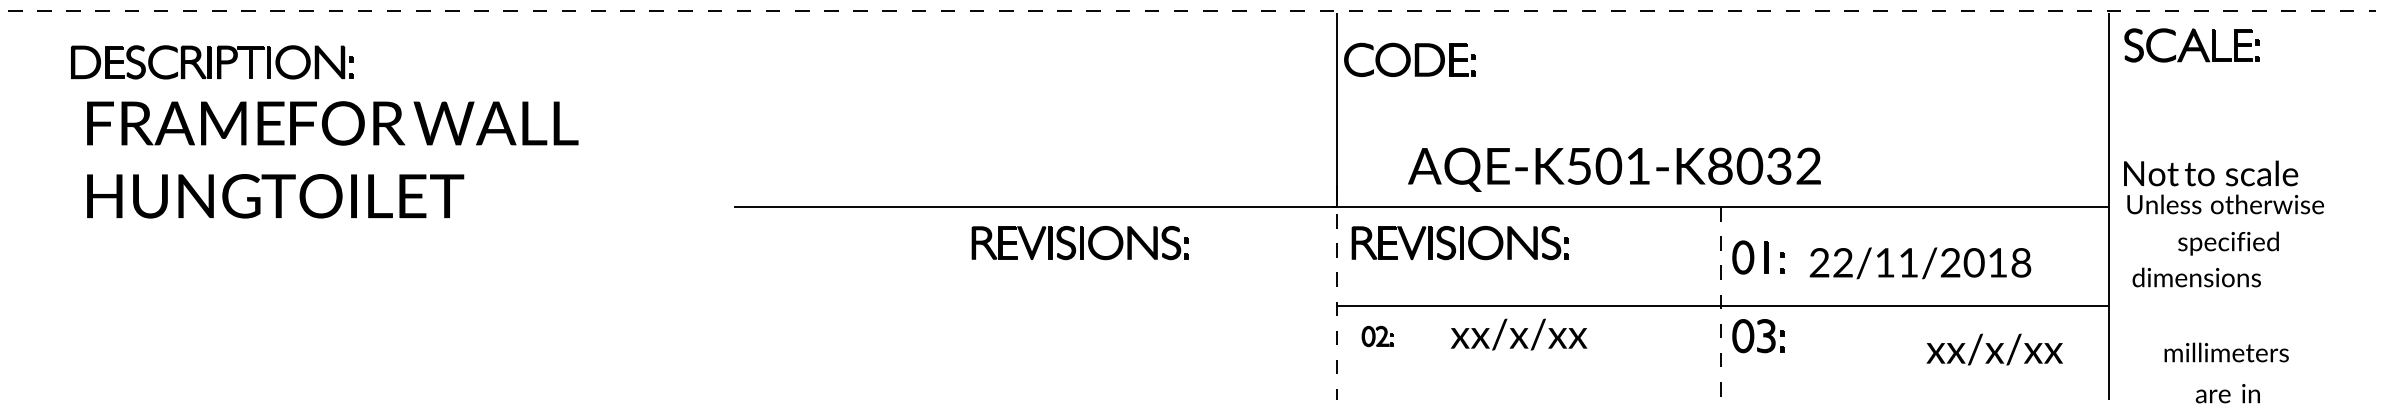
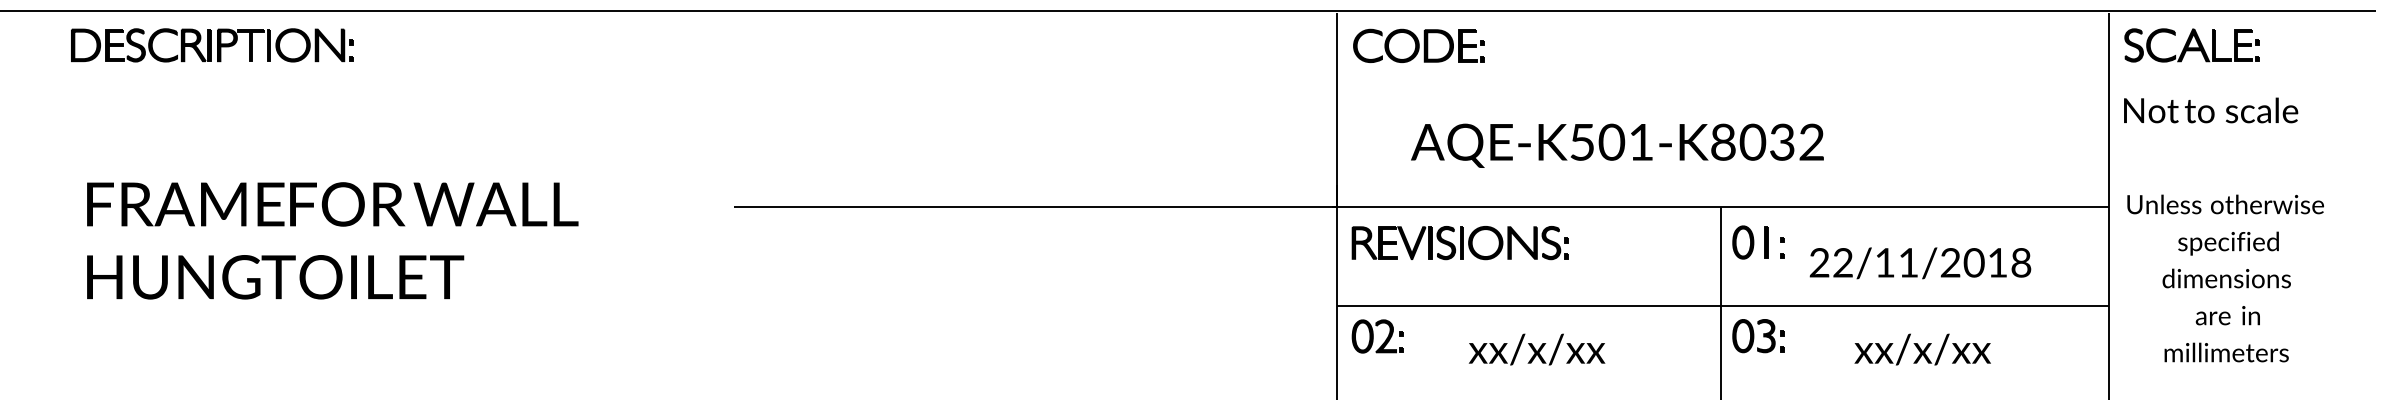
line at (1188, 11): dashed -> solid
part at (1409, 59) position: (1409, 59) -> (1418, 45)
part at (212, 62) position: (212, 62) -> (212, 45)
text at (332, 159) position: (332, 159) -> (332, 240)
text at (1614, 169) position: (1614, 169) -> (1617, 145)
text at (2211, 173) position: (2211, 173) -> (2211, 110)
part at (1079, 243): present -> none
part at (1758, 257) position: (1758, 257) -> (1758, 242)
text at (2196, 277) position: (2196, 277) -> (2226, 278)
line at (1337, 292): dashed -> solid
line at (1720, 303): dashed -> solid
text at (1518, 334) position: (1518, 334) -> (1536, 349)
part at (1377, 336) size: 33x23 px -> 53x35 px
text at (1994, 349) position: (1994, 349) -> (1922, 349)
text at (2227, 393) position: (2227, 393) -> (2227, 315)
